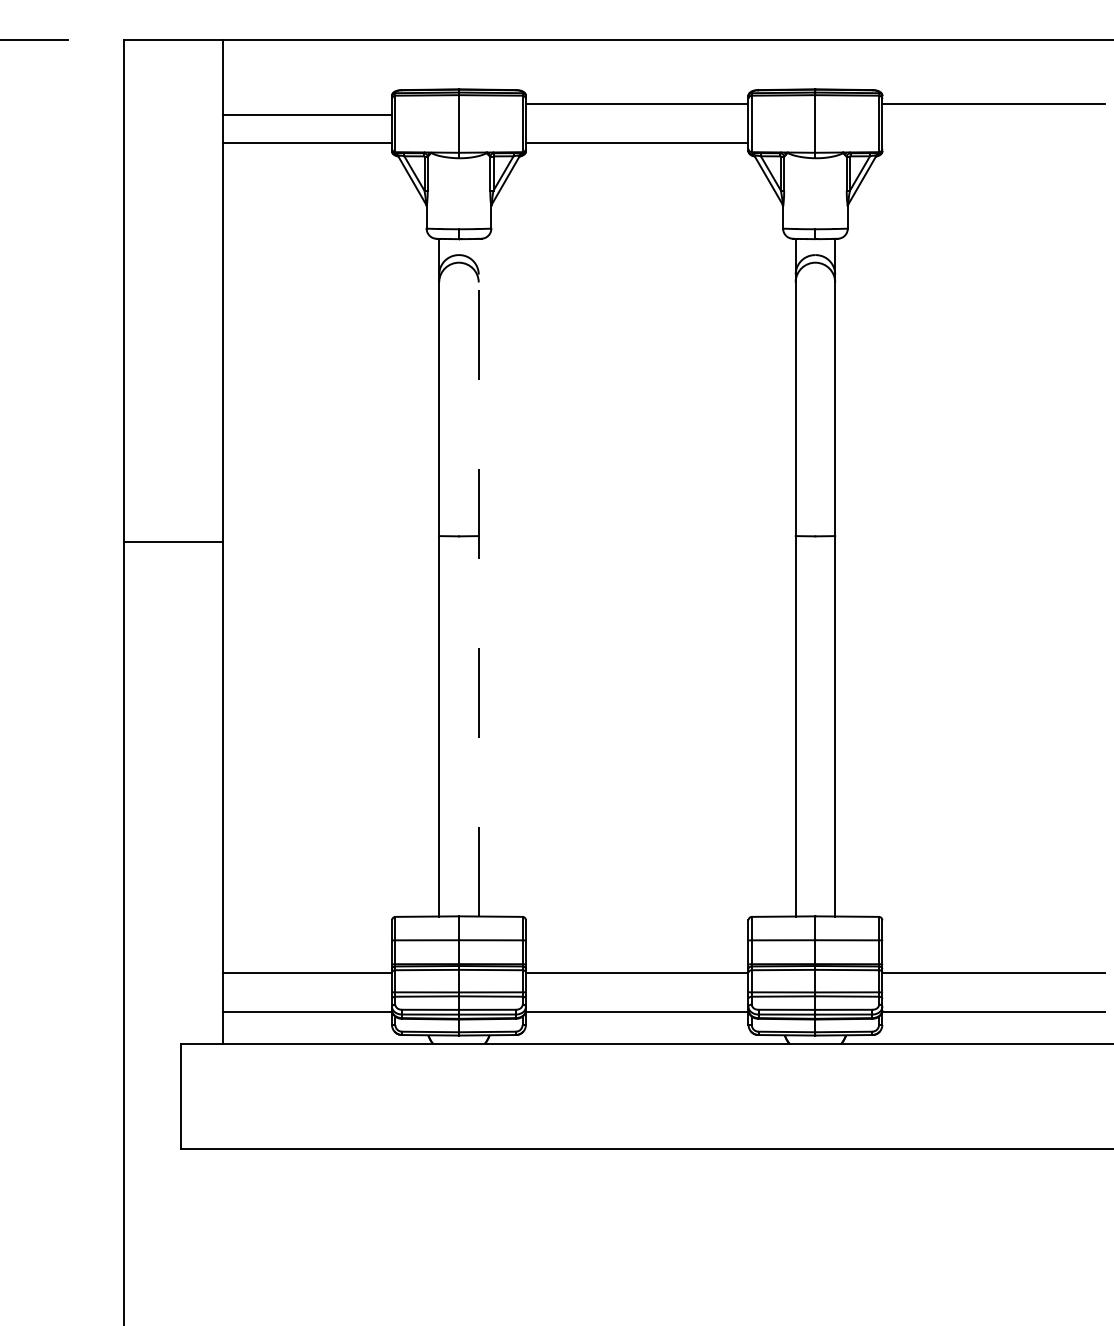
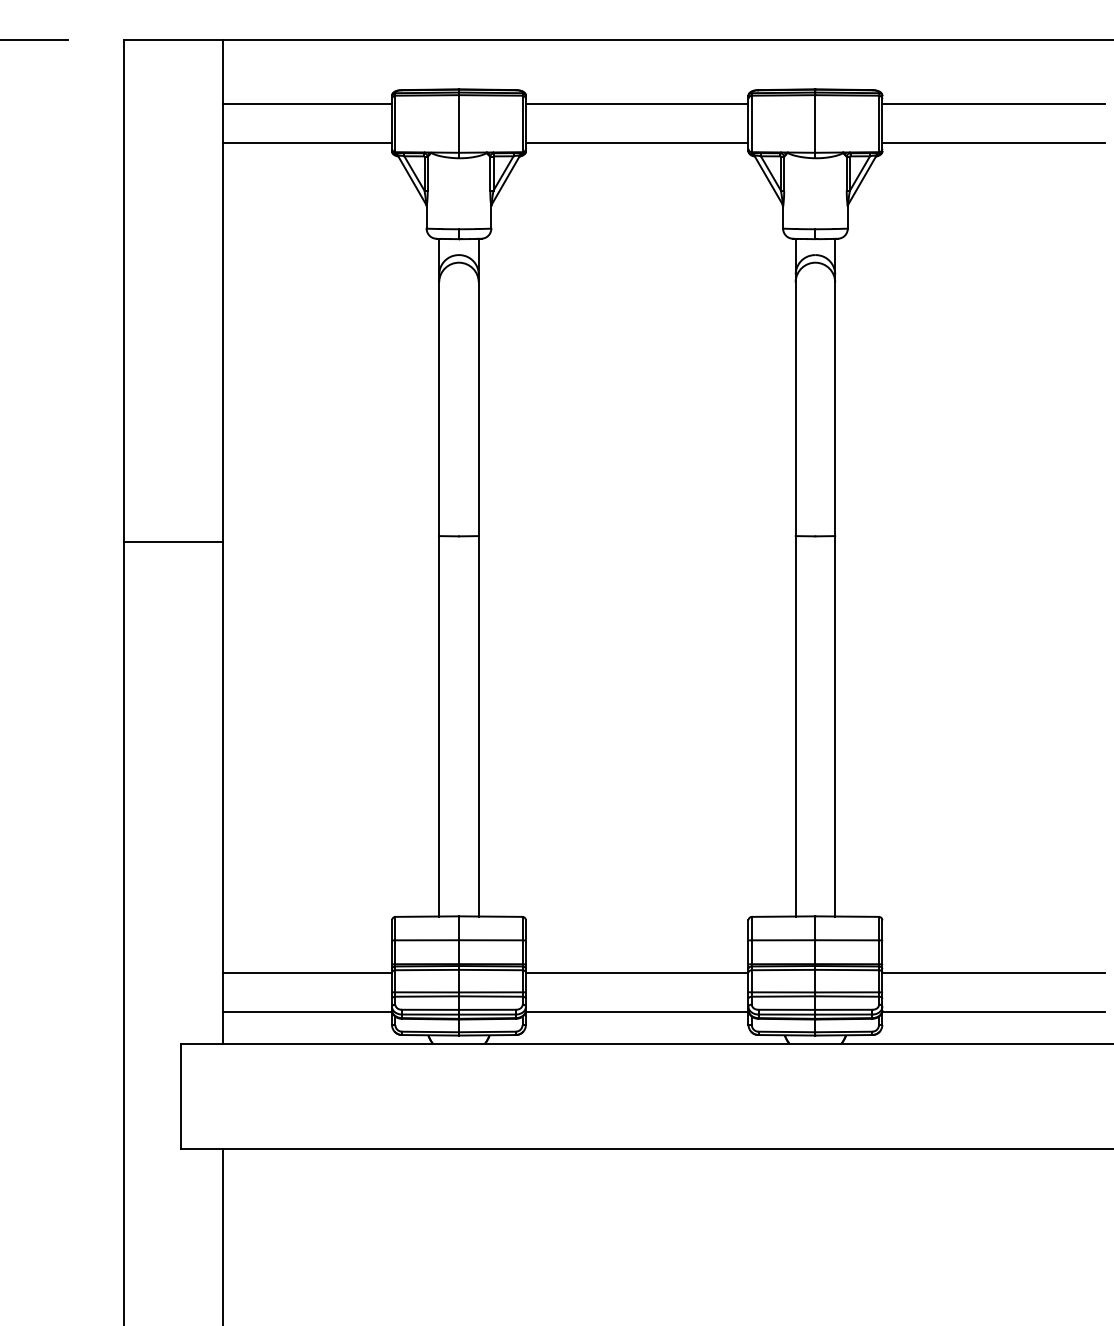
line at (307, 114) position: (307, 114) -> (307, 103)
line at (993, 143): none -> present
line at (478, 577): dashed -> solid
line at (223, 1235): none -> present
